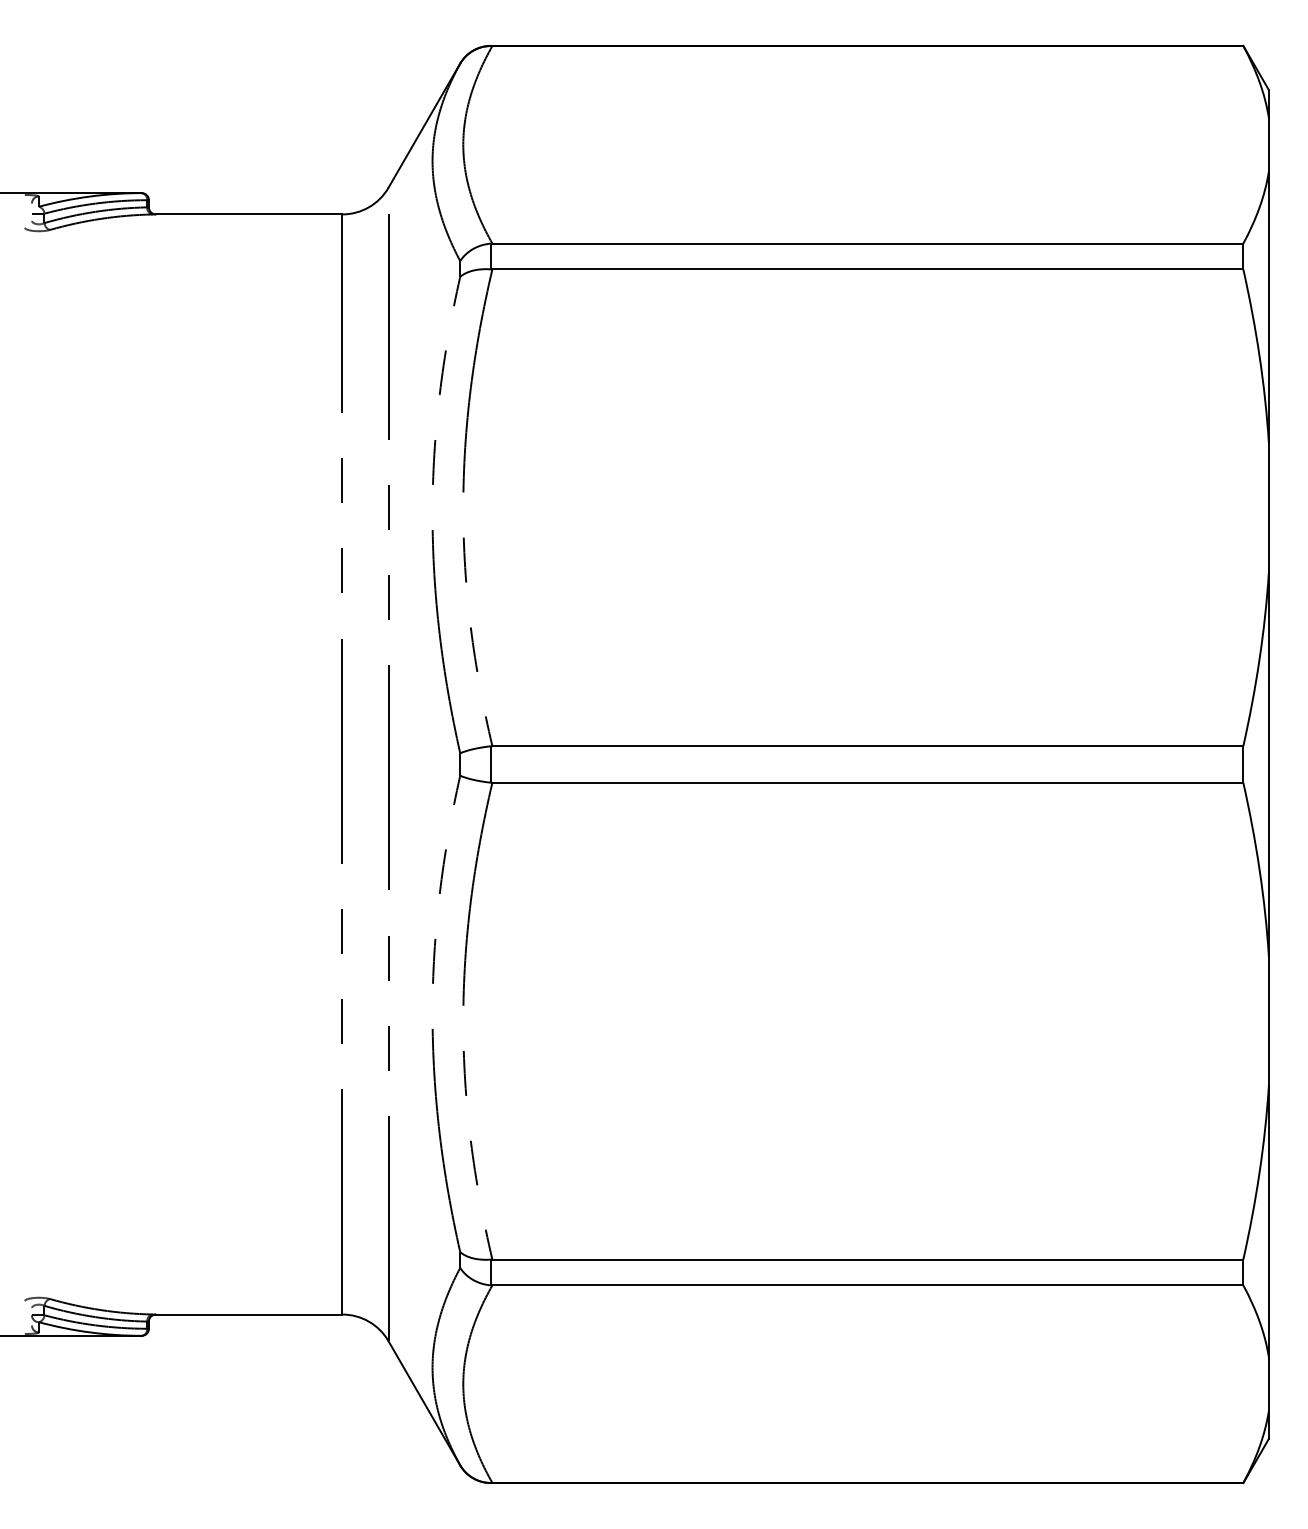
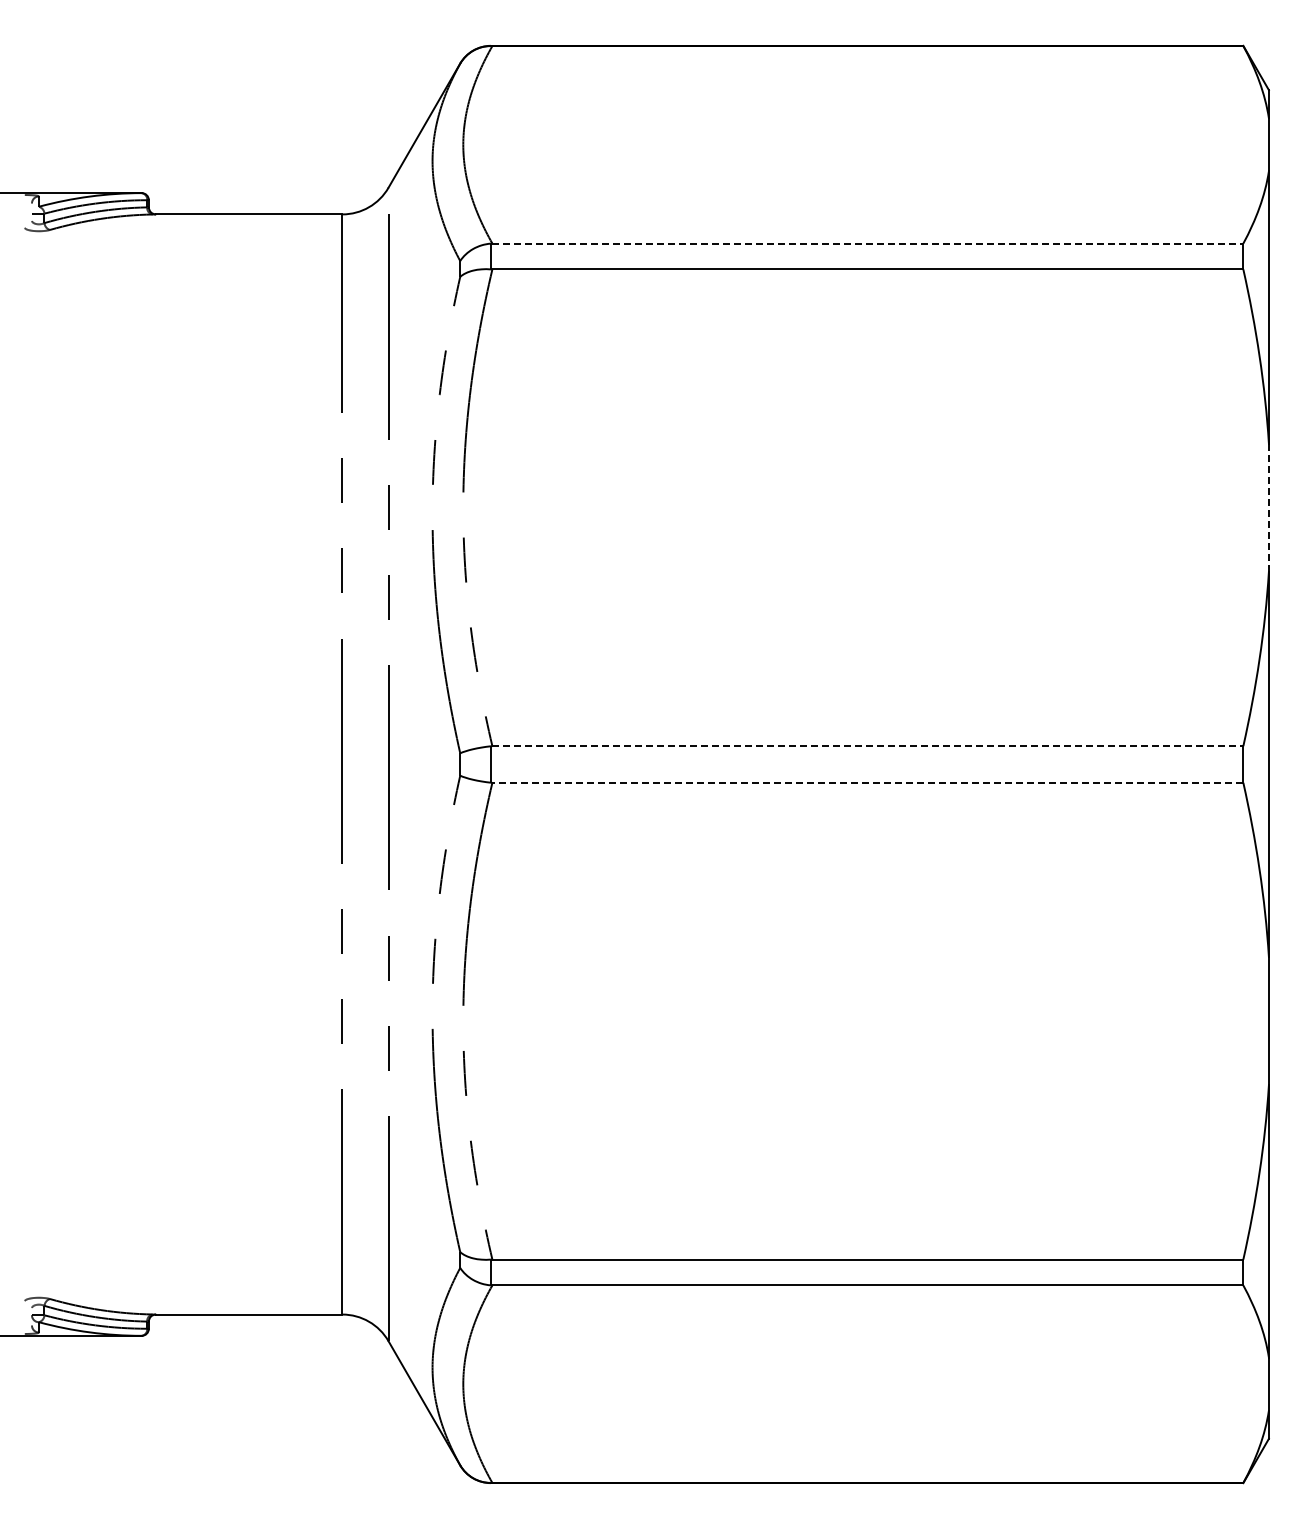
line at (868, 243): solid -> dashed
line at (1268, 507): solid -> dashed
line at (868, 746): solid -> dashed
line at (867, 782): solid -> dashed
